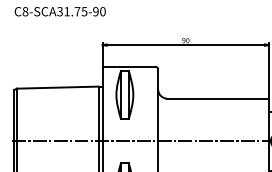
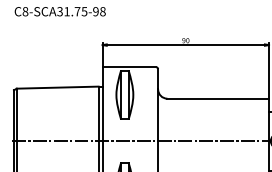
text at (102, 11): C8-SCA31.75-90 -> C8-SCA31.75-98
